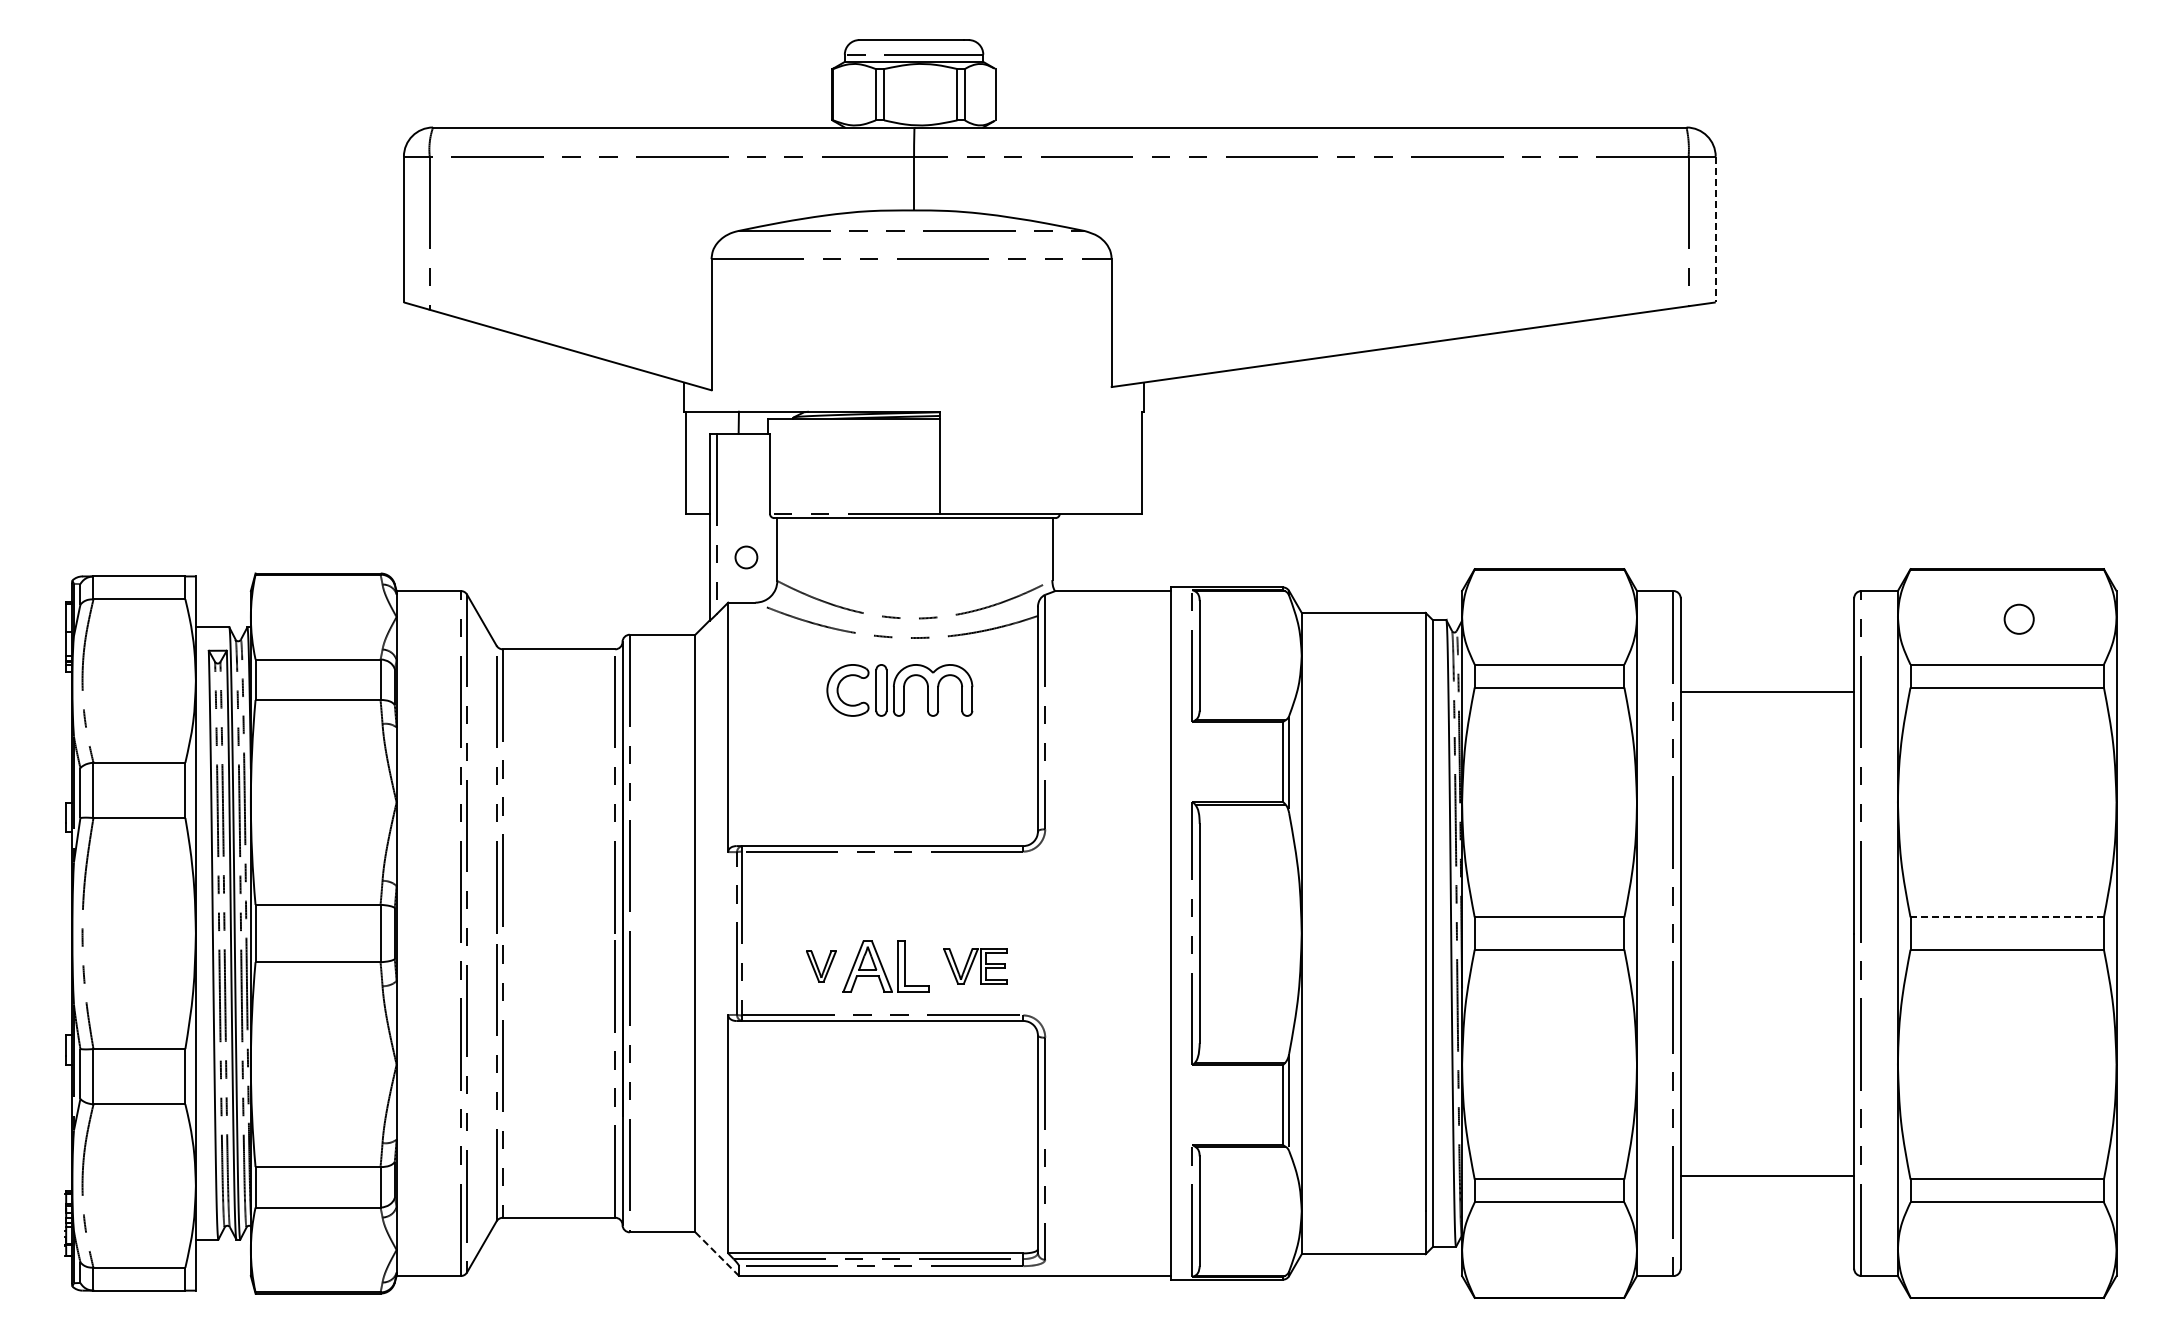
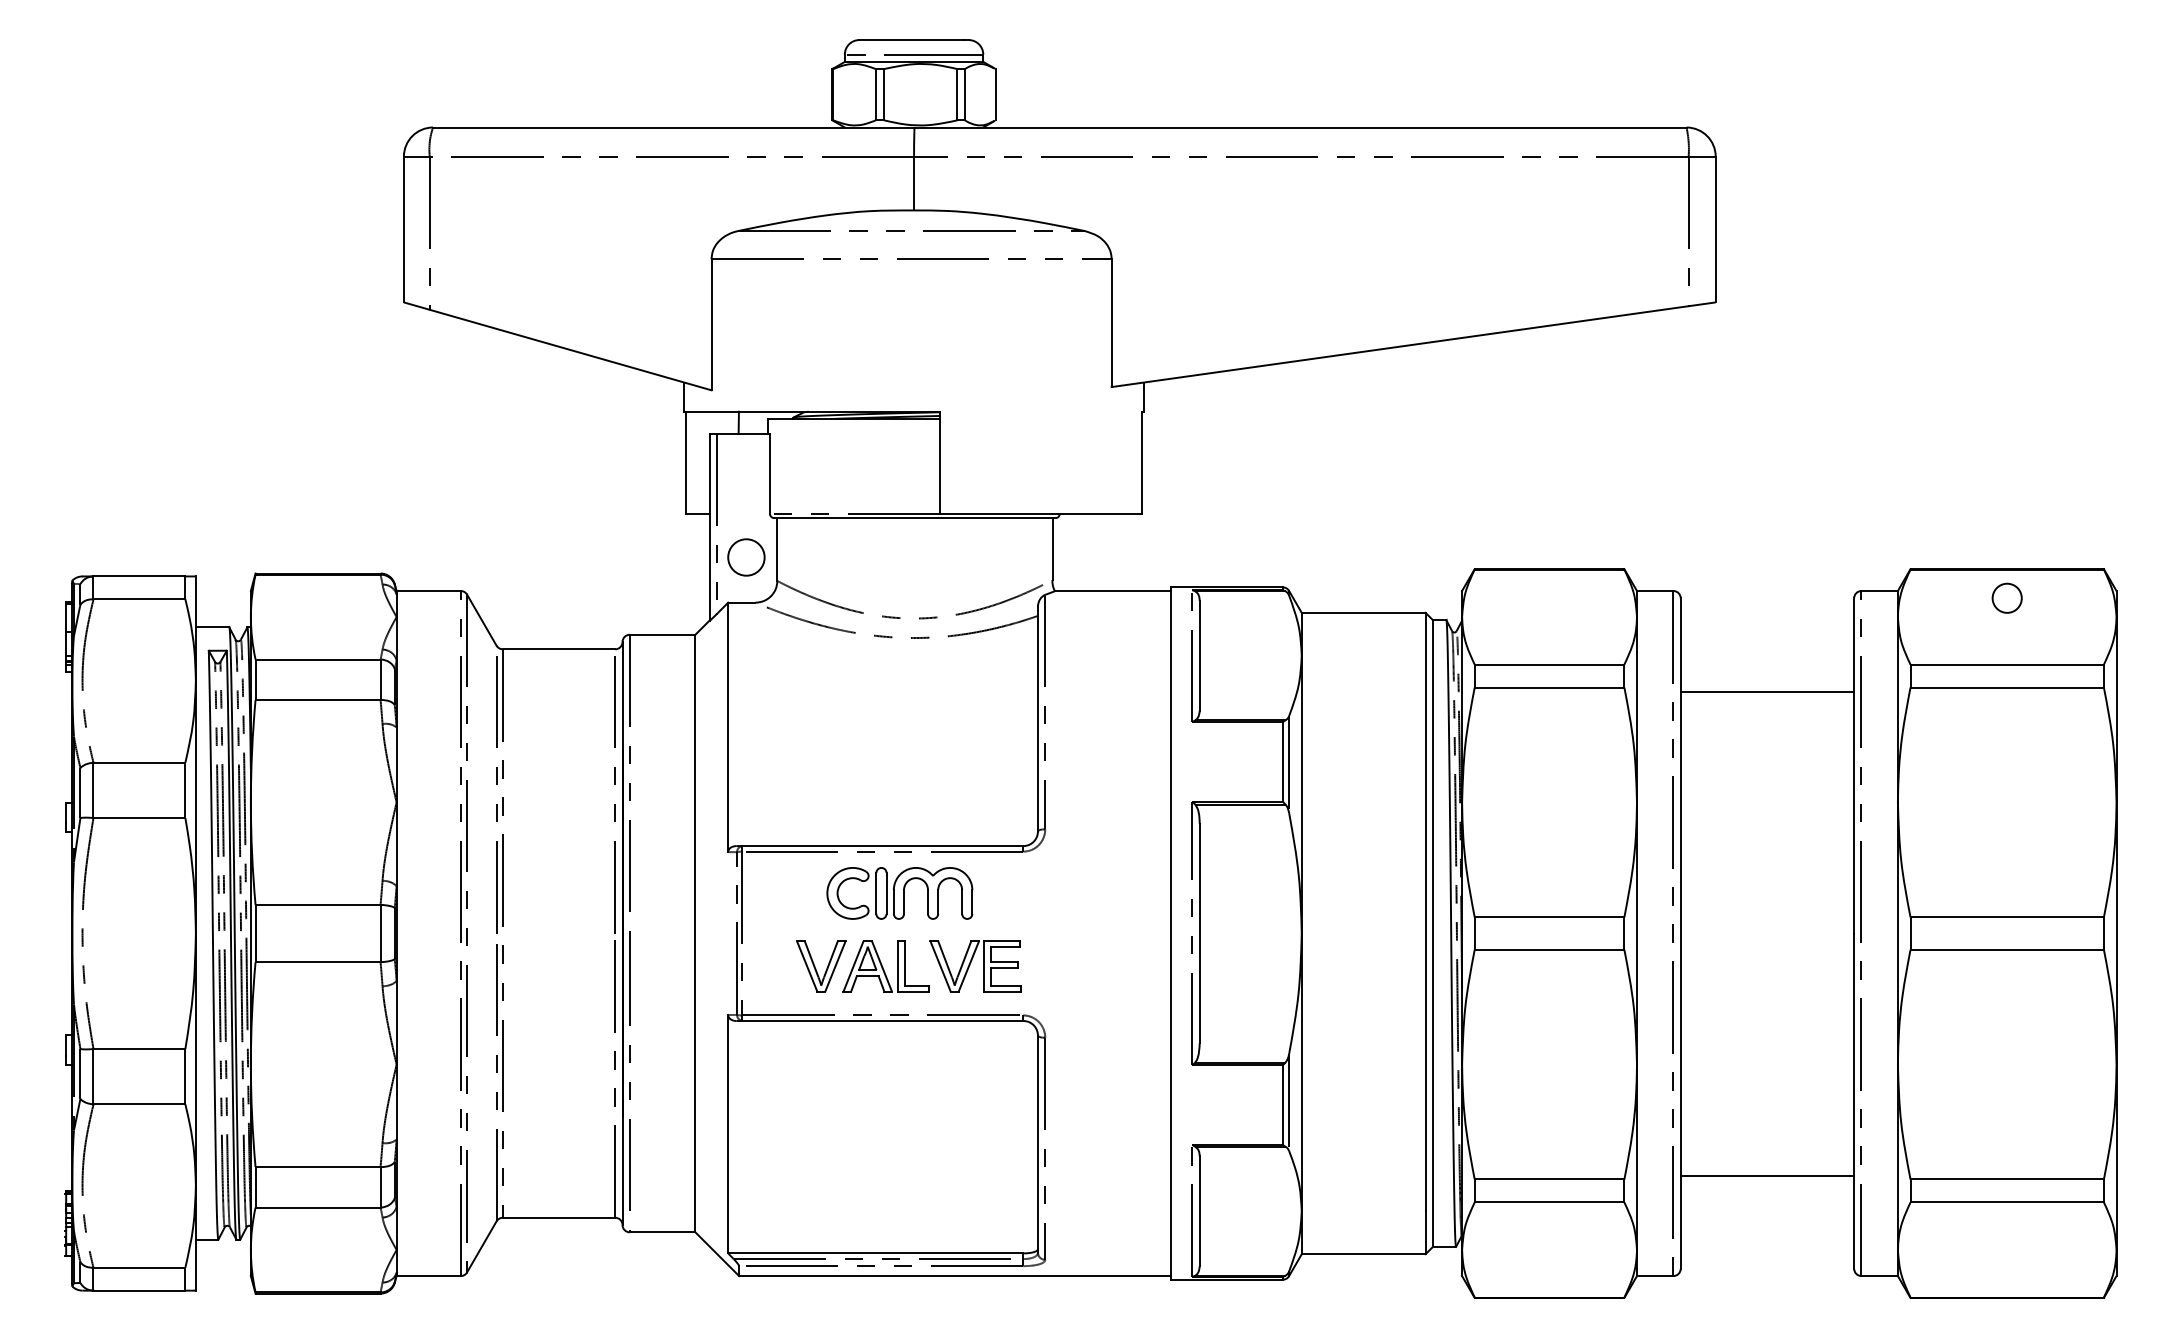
line at (1715, 229): dashed -> solid
circle at (746, 557) diameter: 22 px -> 36 px
circle at (2018, 618) position: (2018, 618) -> (2006, 597)
part at (899, 690) position: (899, 690) -> (899, 893)
line at (2007, 917): dashed -> solid
part at (821, 966) size: 31x33 px -> 51x53 px
part at (975, 966) size: 65x37 px -> 93x53 px
line at (717, 1254): dashed -> solid
